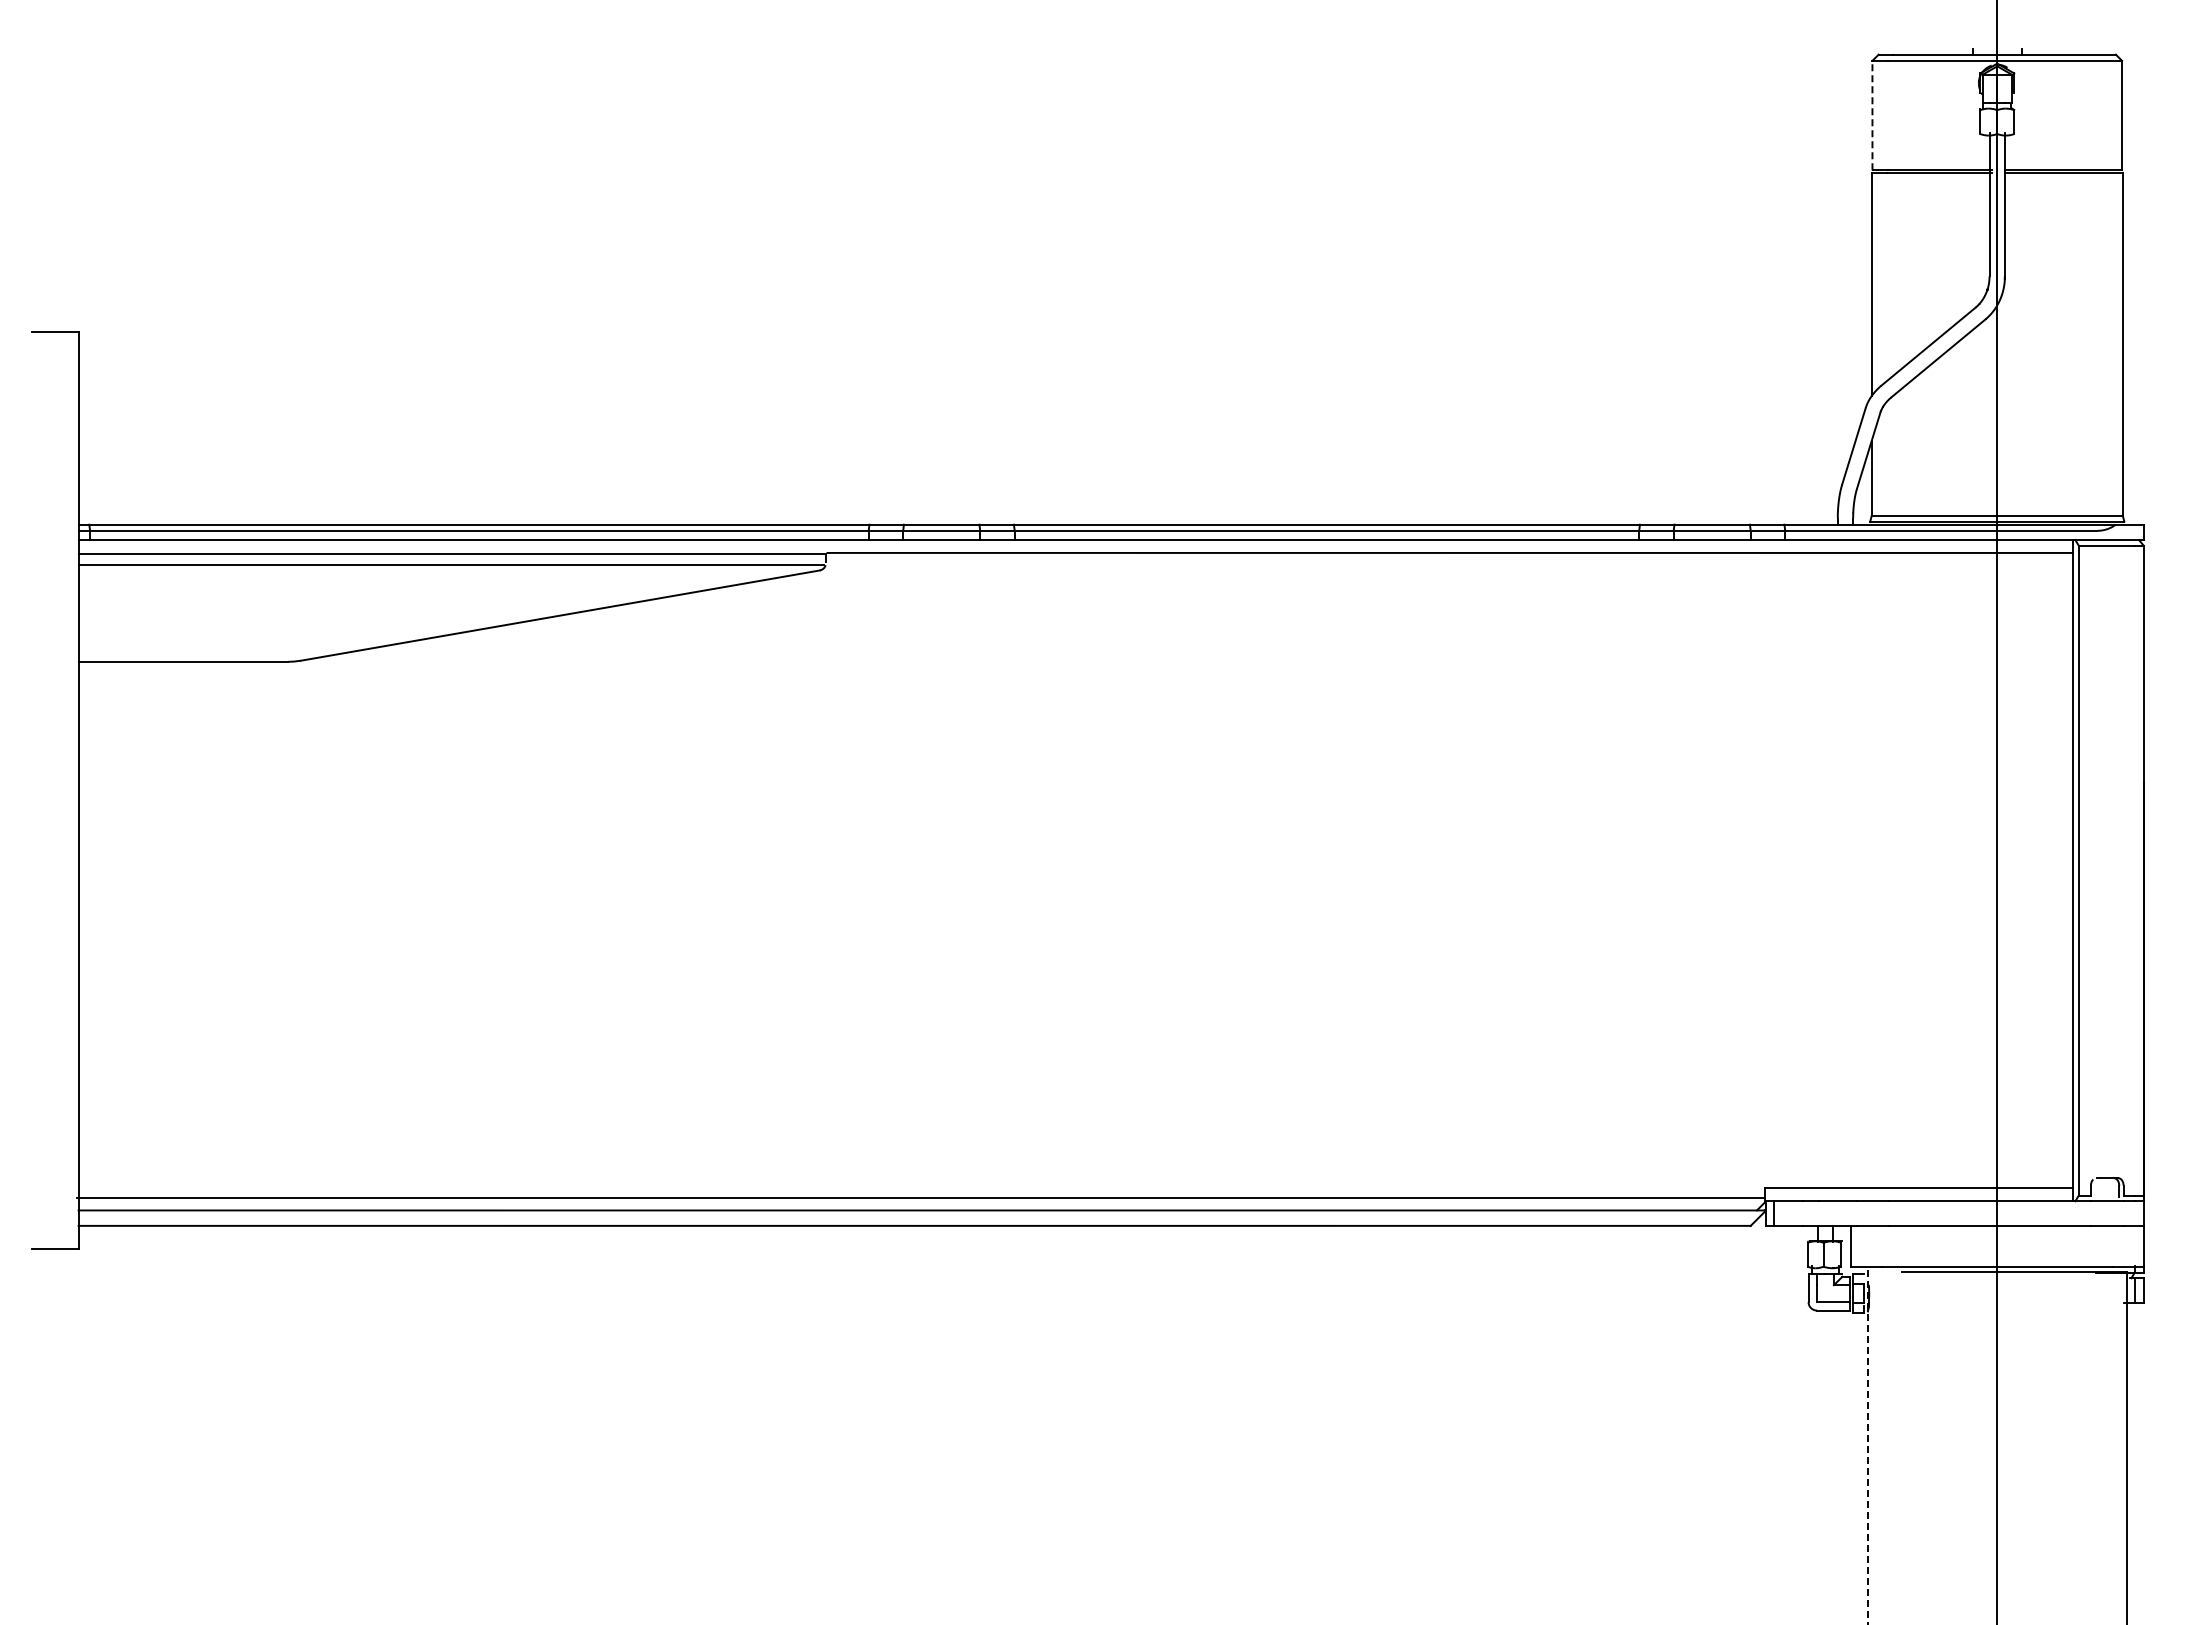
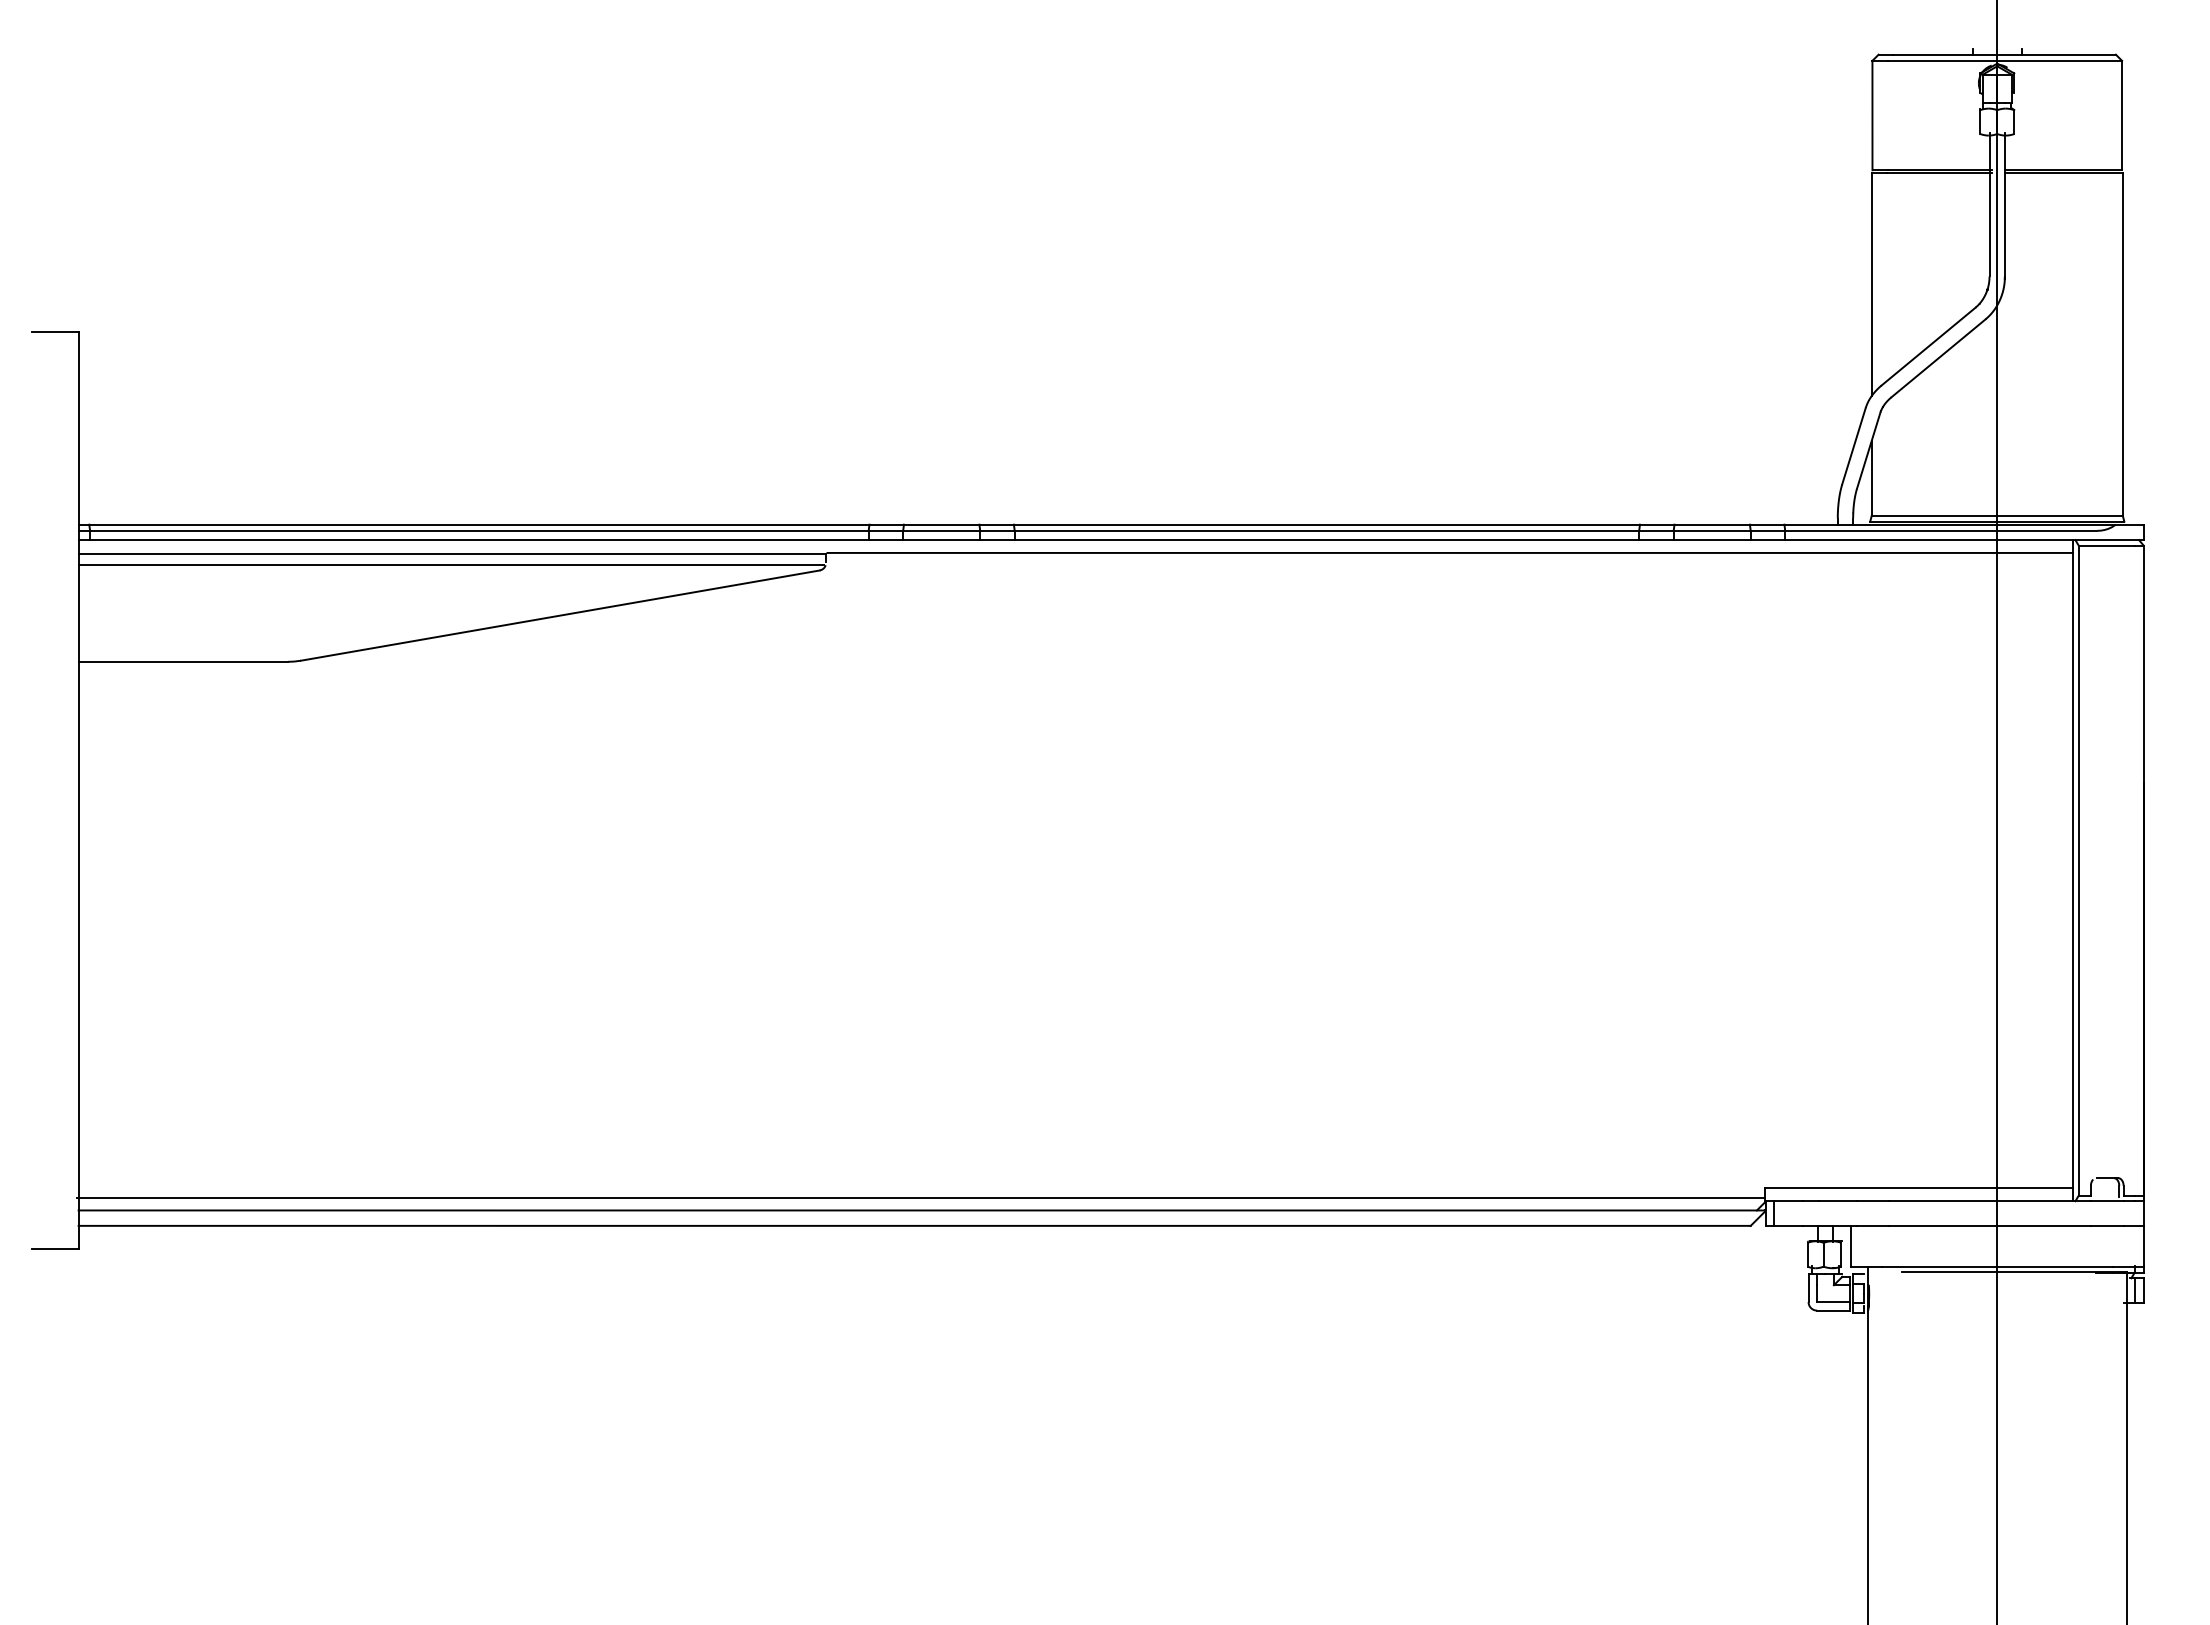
line at (1872, 115): dashed -> solid
line at (1867, 1445): dashed -> solid
